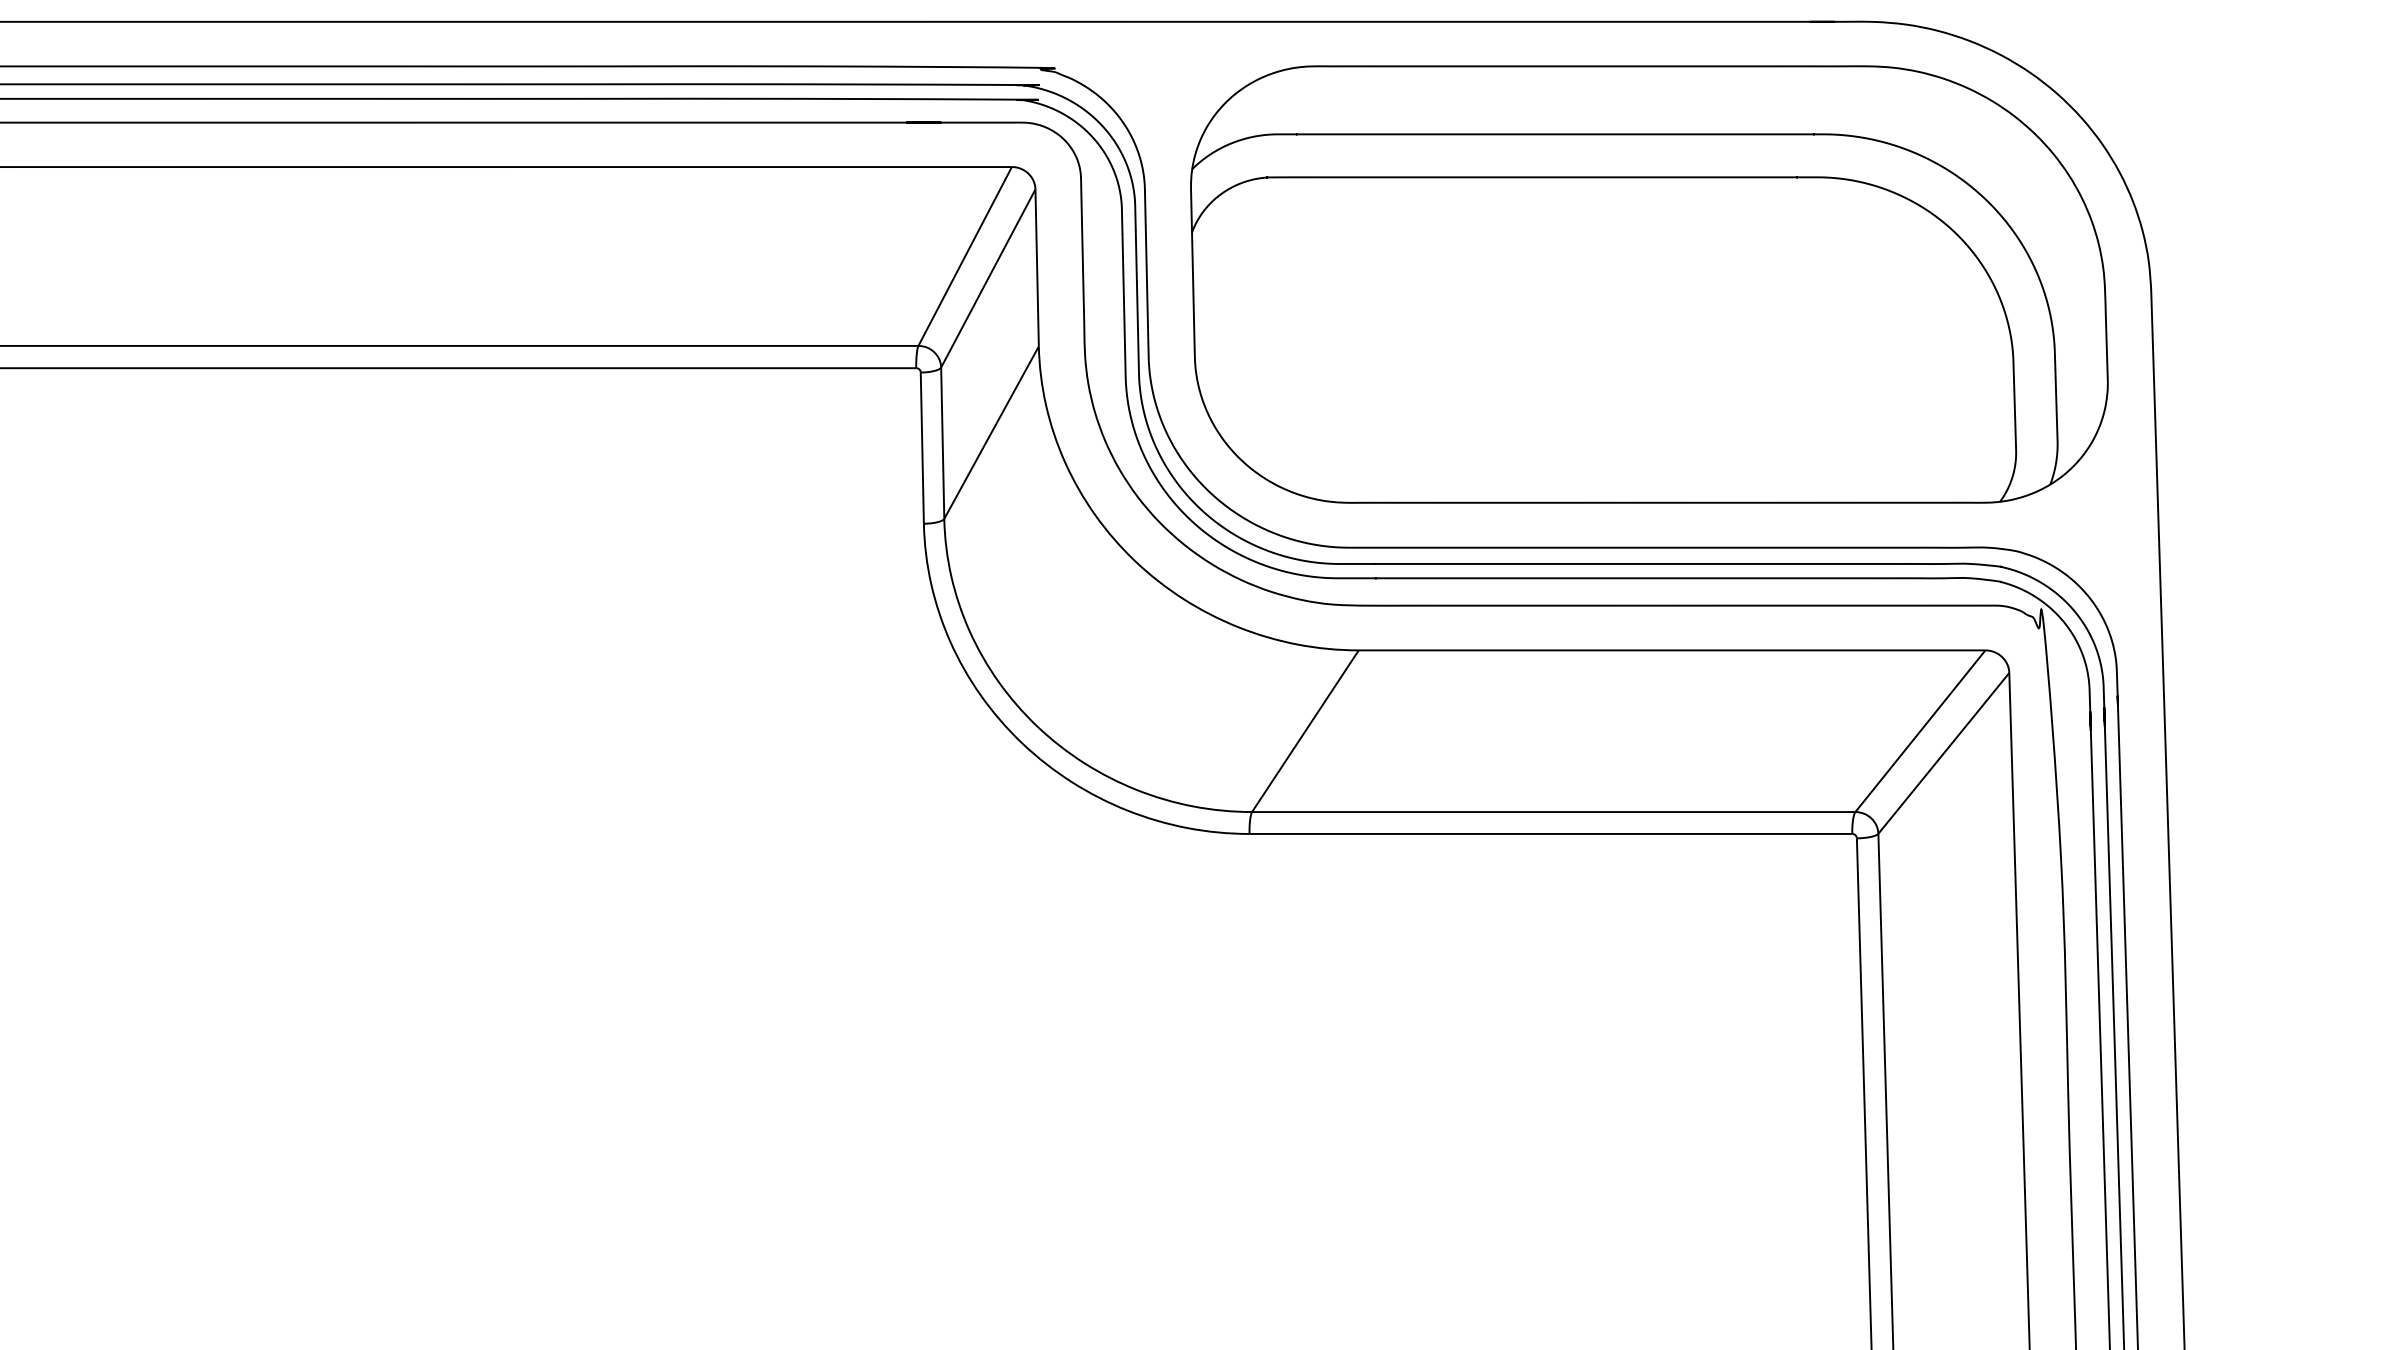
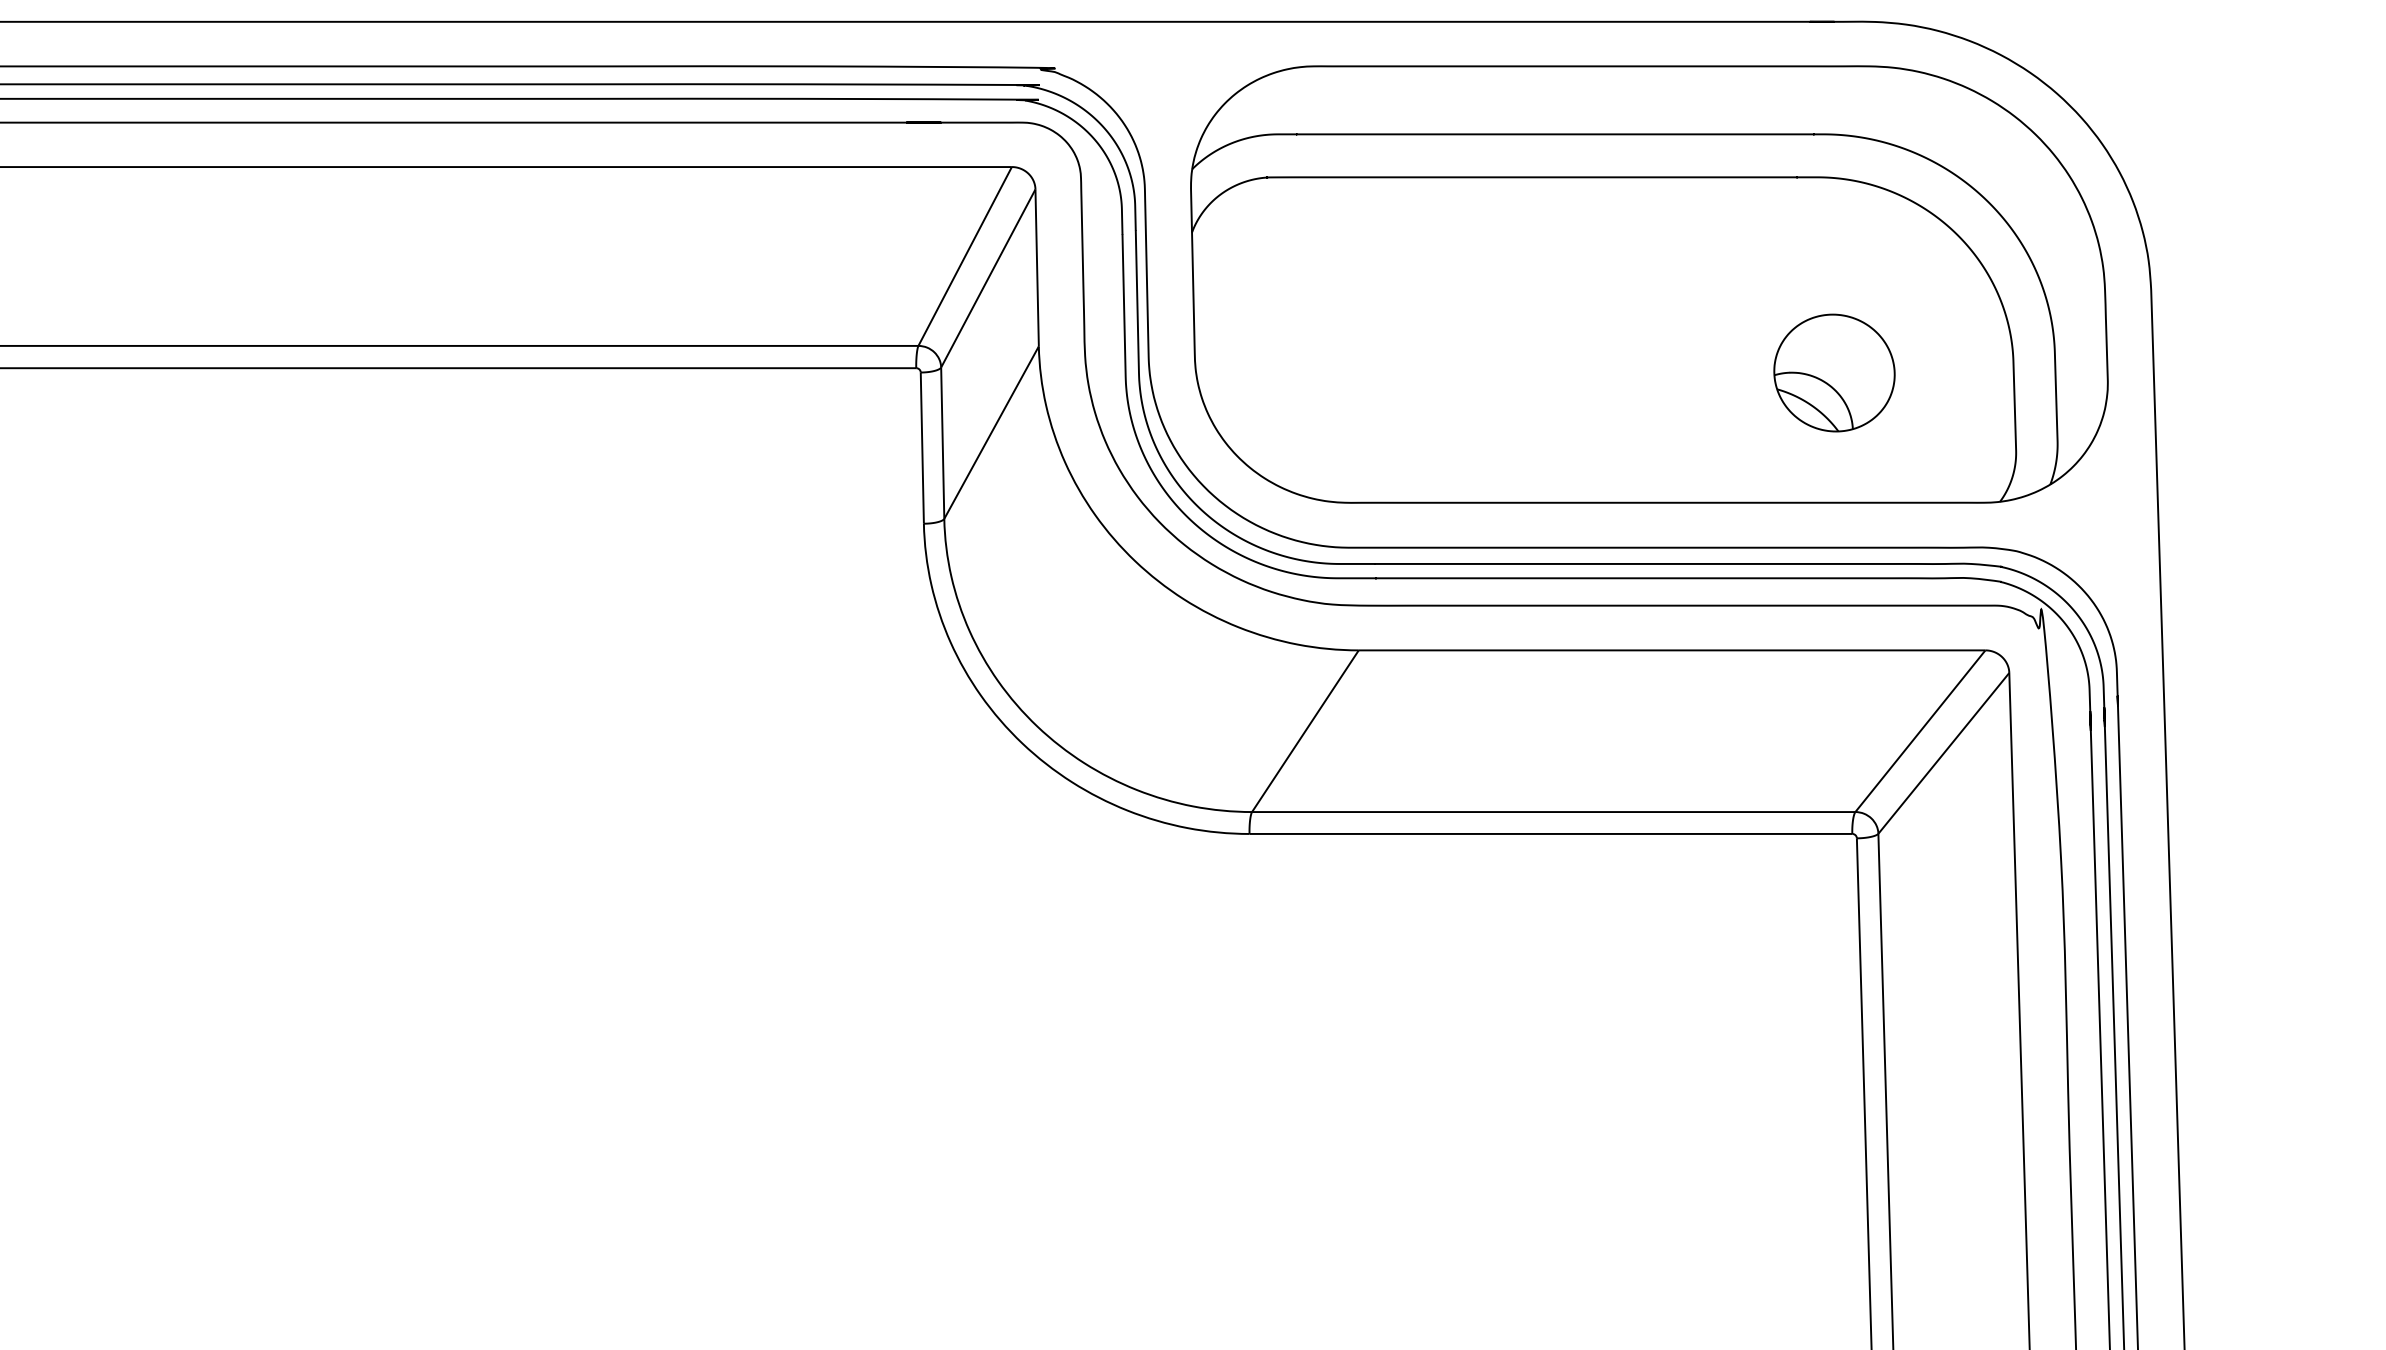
part at (1834, 372): none -> present
